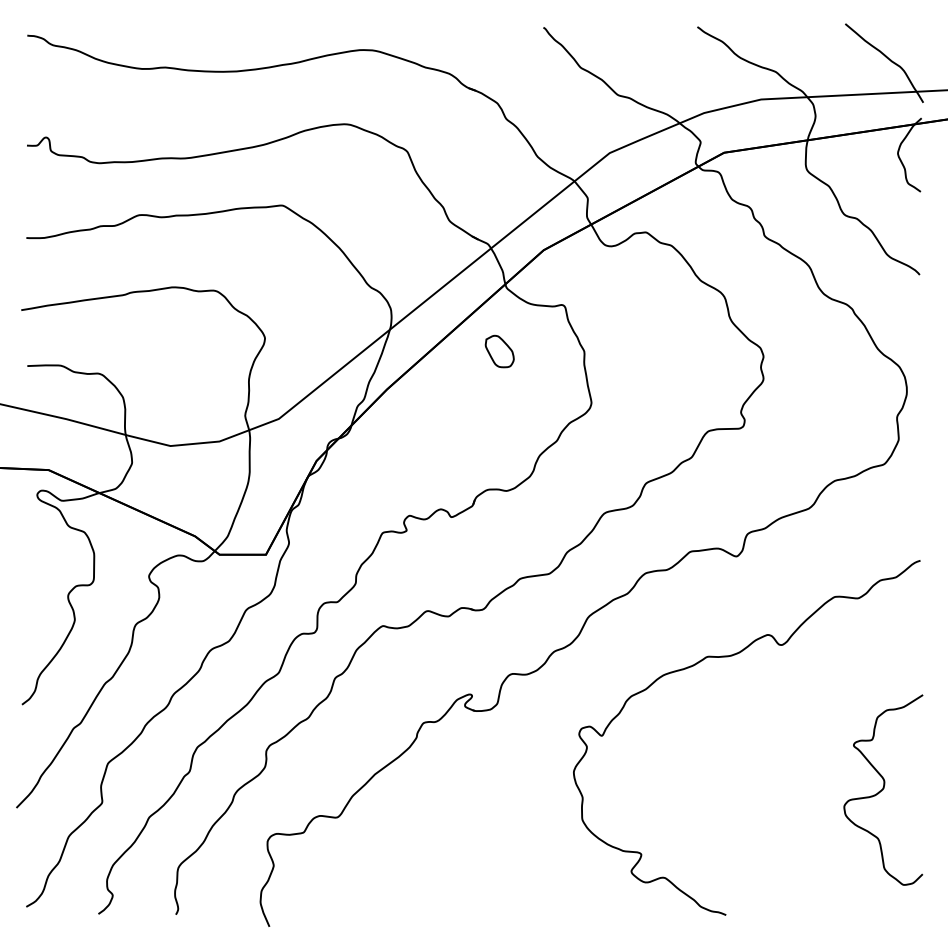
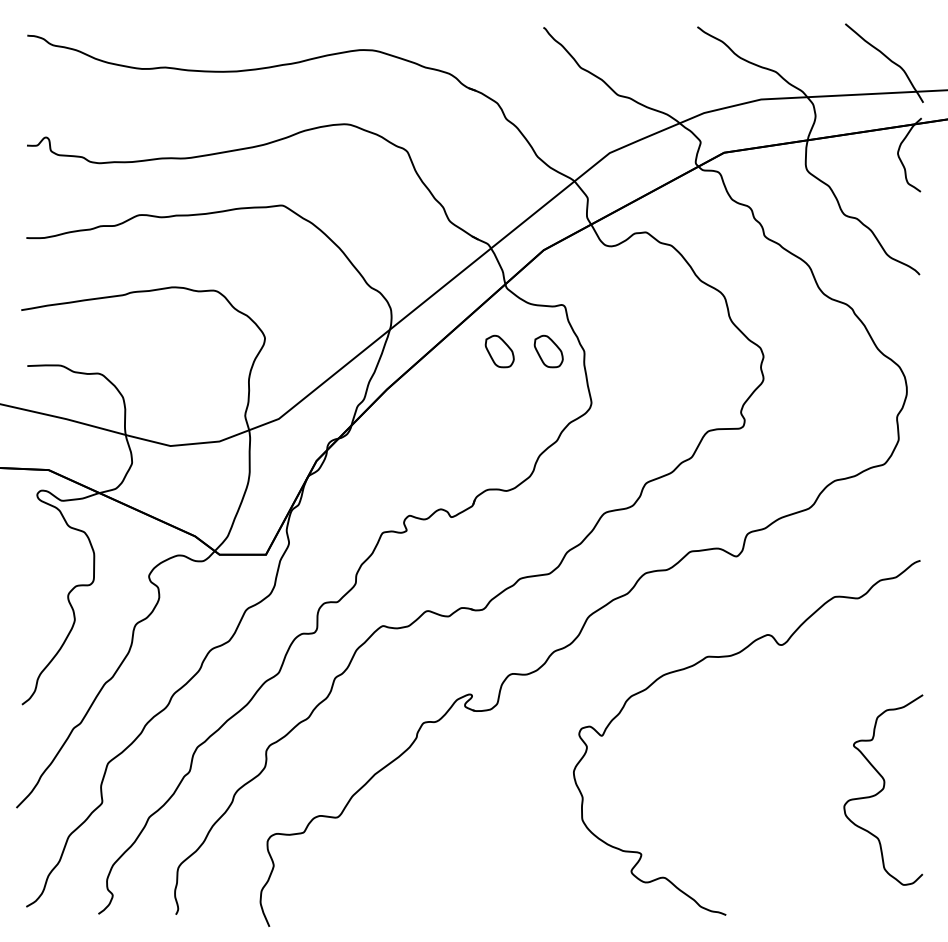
part at (548, 351): none -> present
